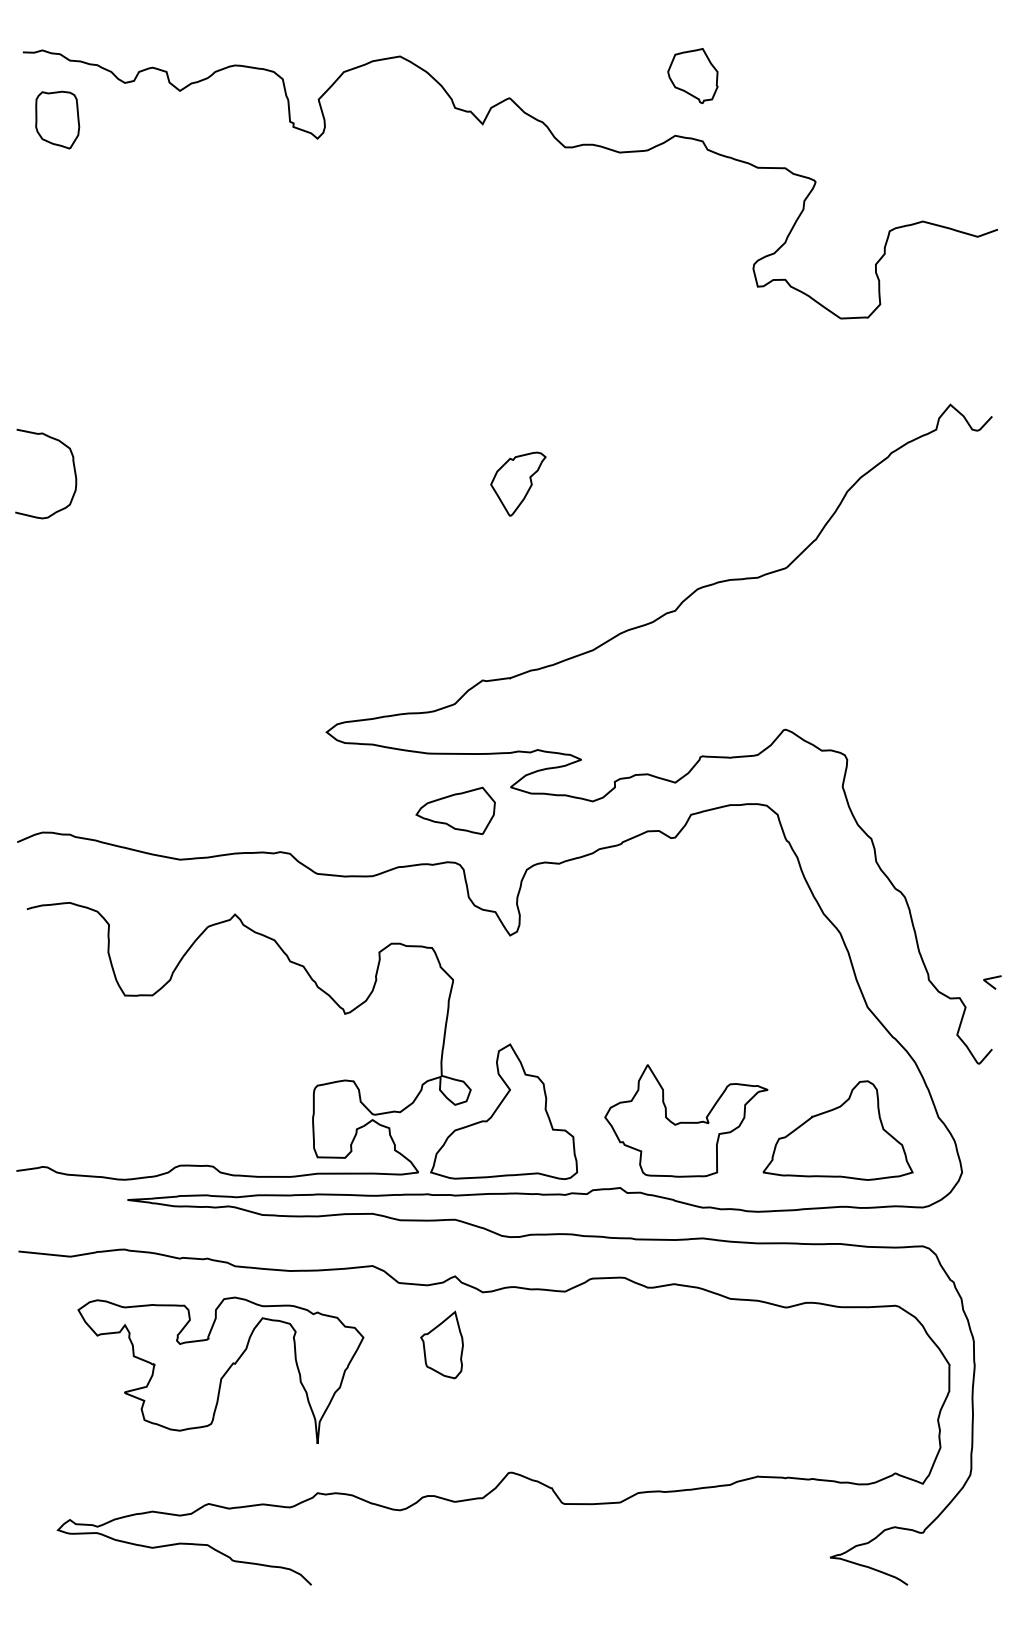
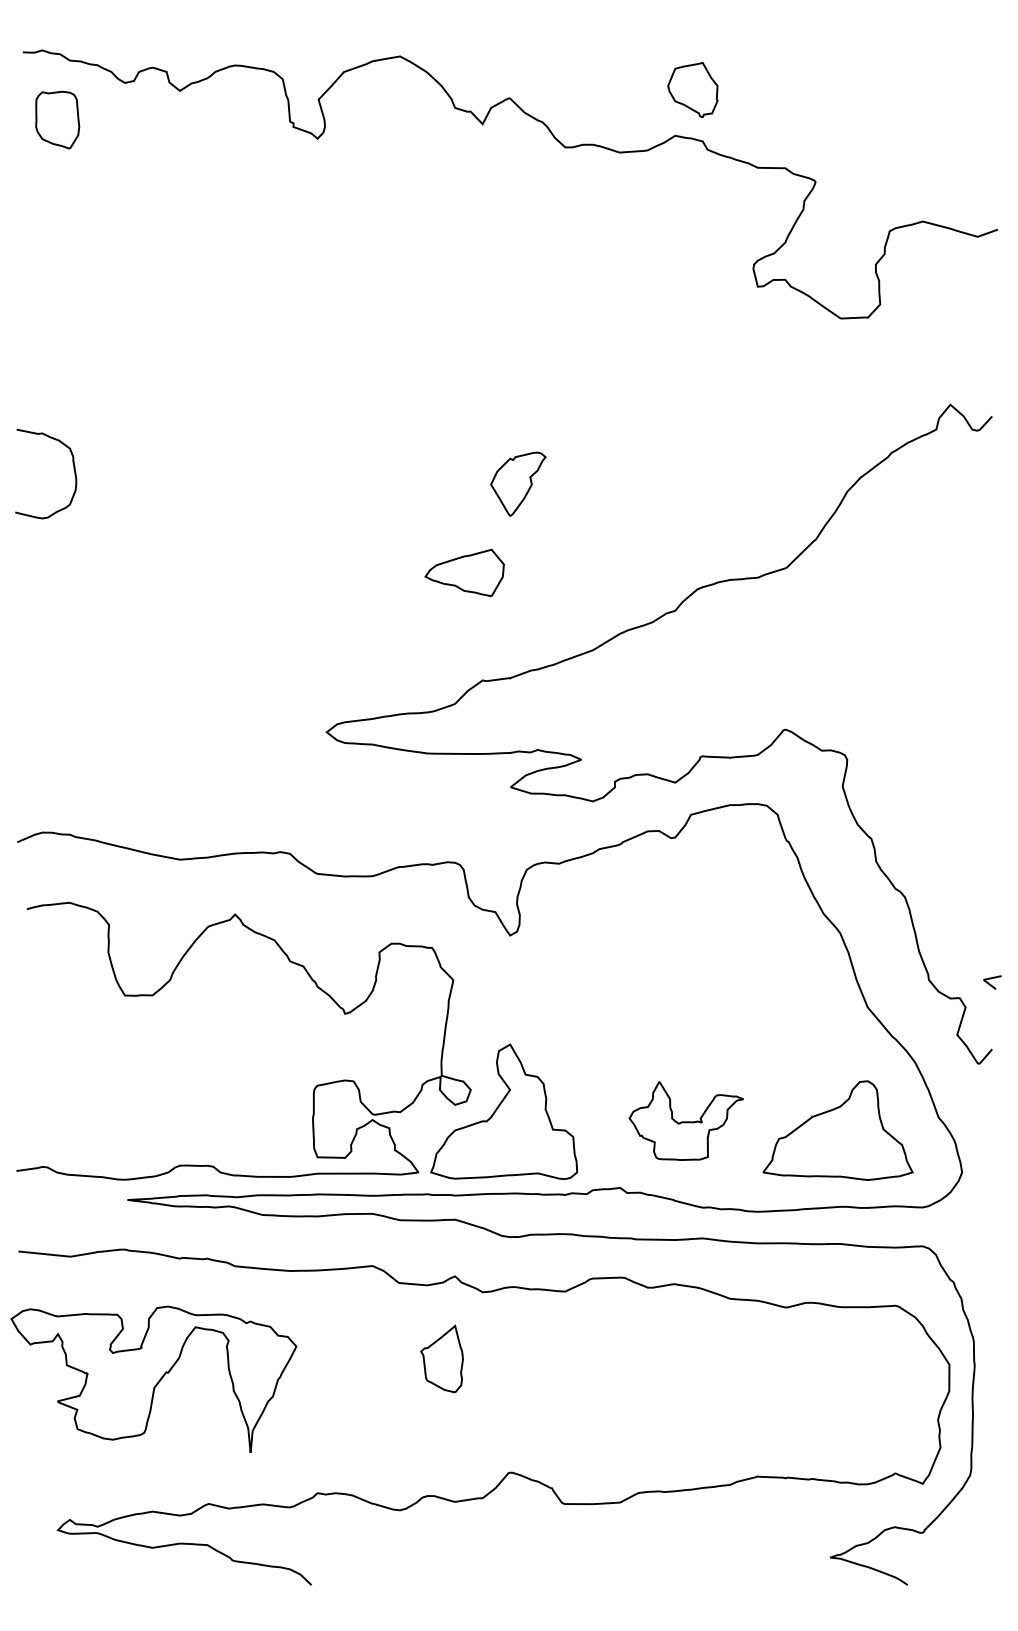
part at (692, 76) position: (692, 76) -> (692, 90)
part at (455, 810) position: (455, 810) -> (464, 572)
part at (686, 1120) size: 165x114 px -> 116x80 px
part at (441, 1344) position: (441, 1344) -> (441, 1358)
part at (220, 1369) position: (220, 1369) -> (153, 1378)
